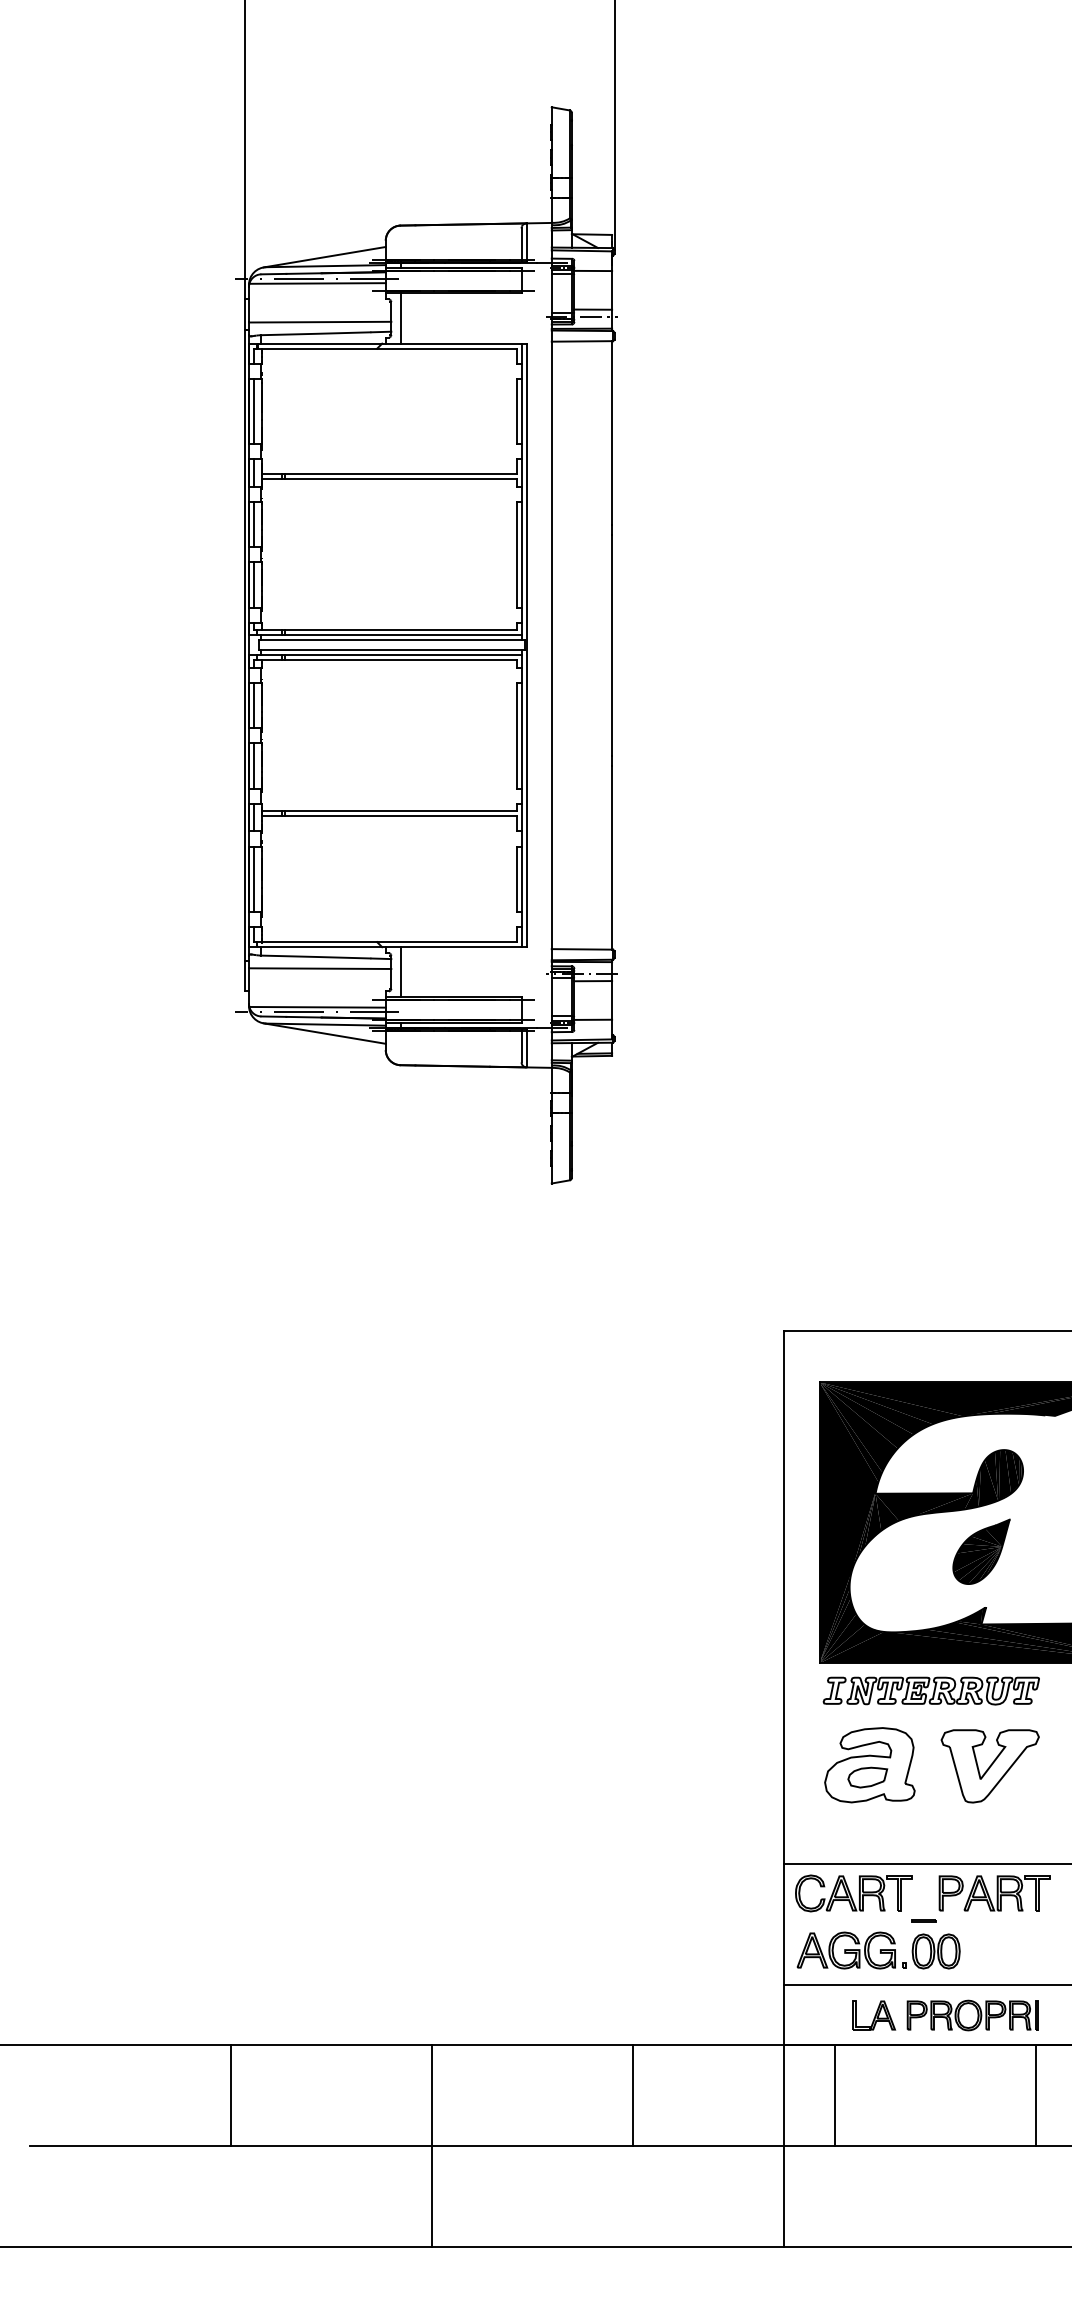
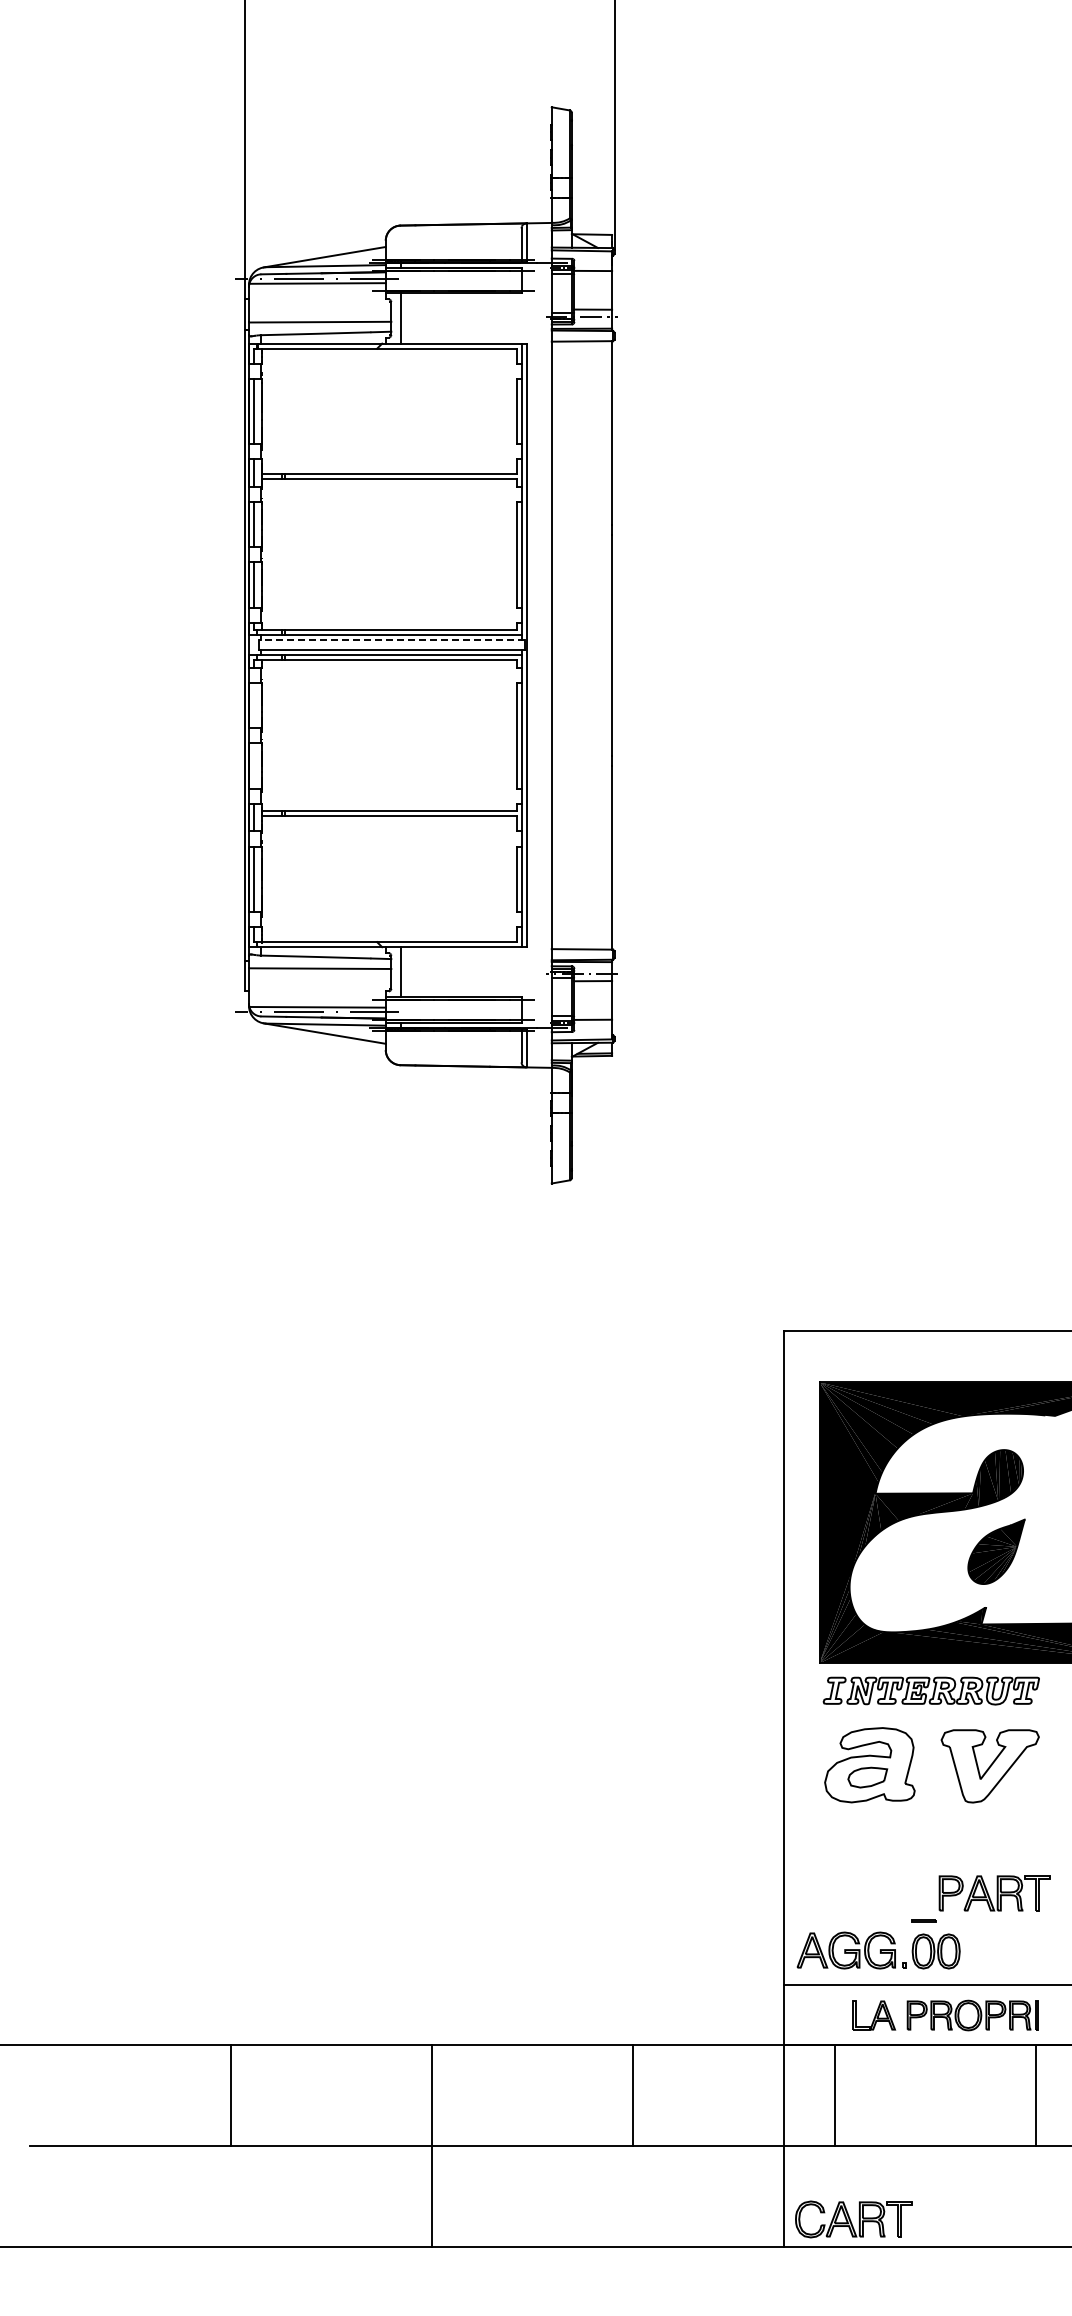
line at (392, 640): solid -> dashed
line at (254, 705): present -> none
line at (254, 765): present -> none
part at (981, 1551) position: (981, 1551) -> (996, 1551)
line at (926, 1864): present -> none
part at (853, 1893) position: (853, 1893) -> (853, 2219)
